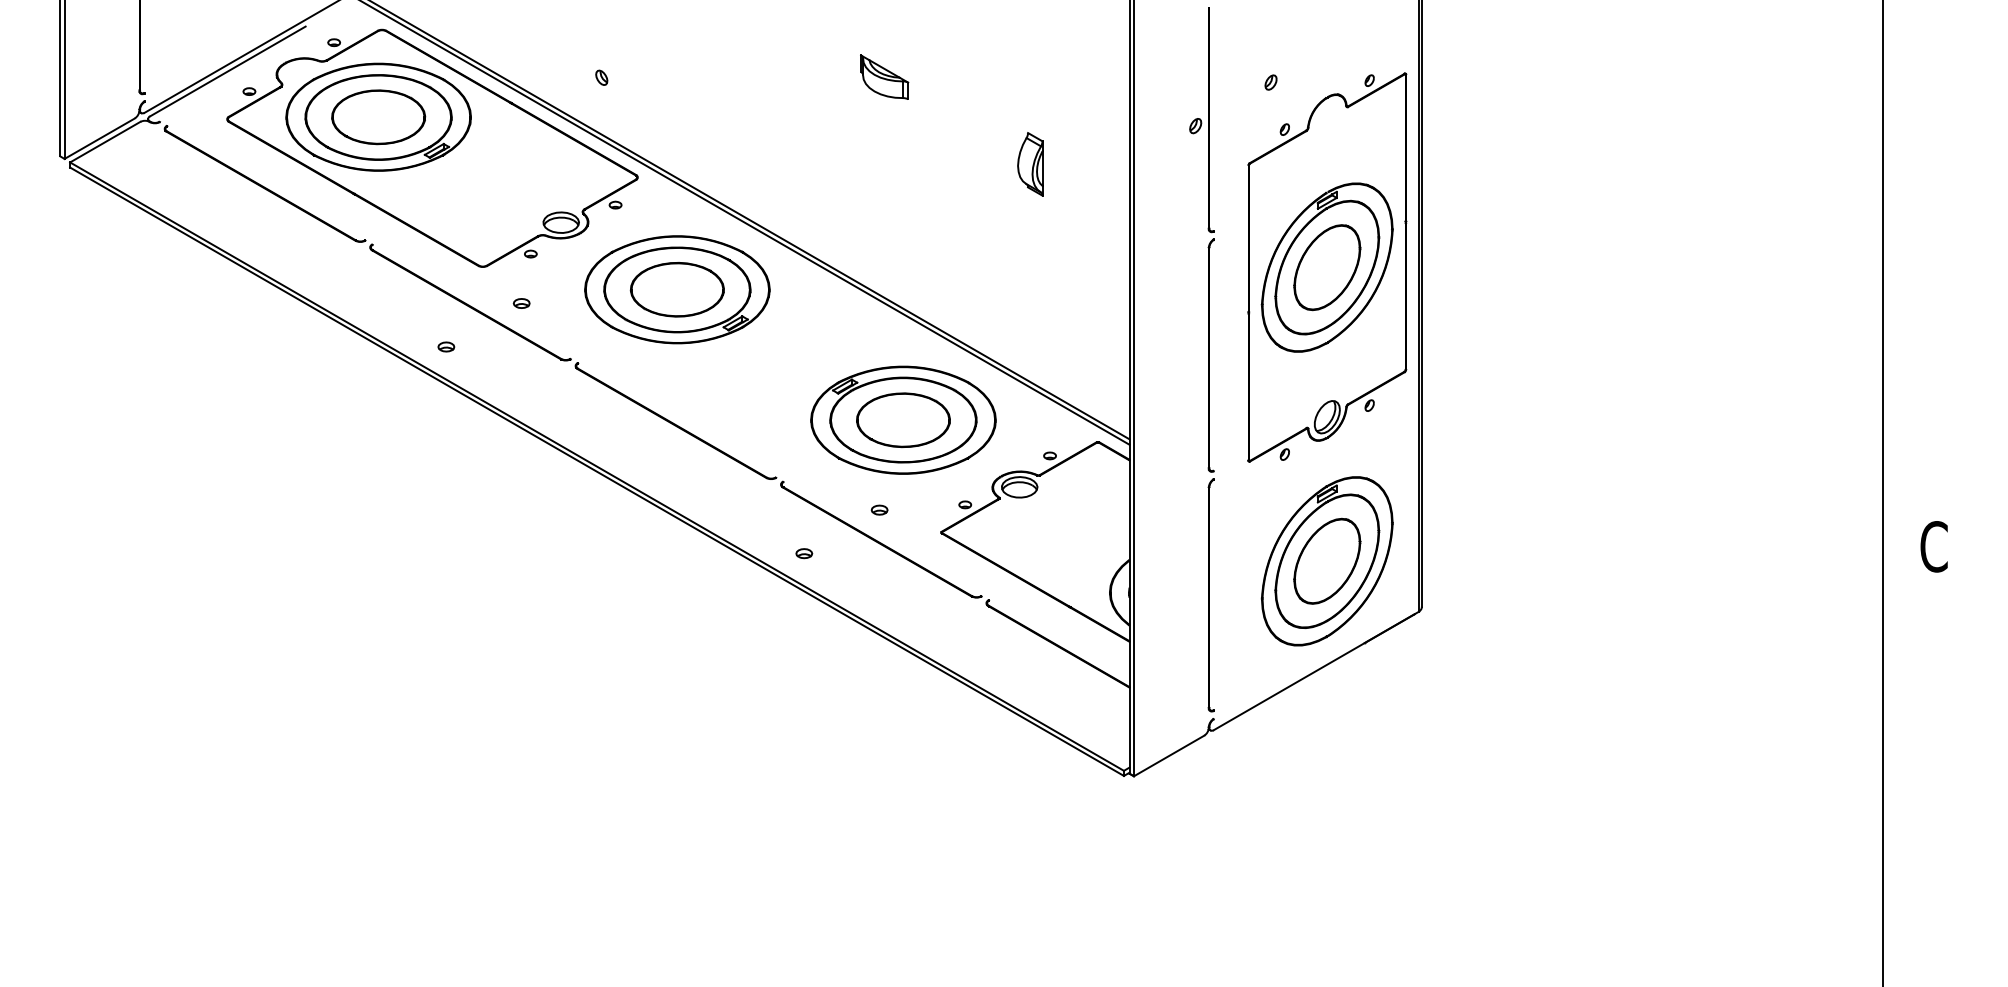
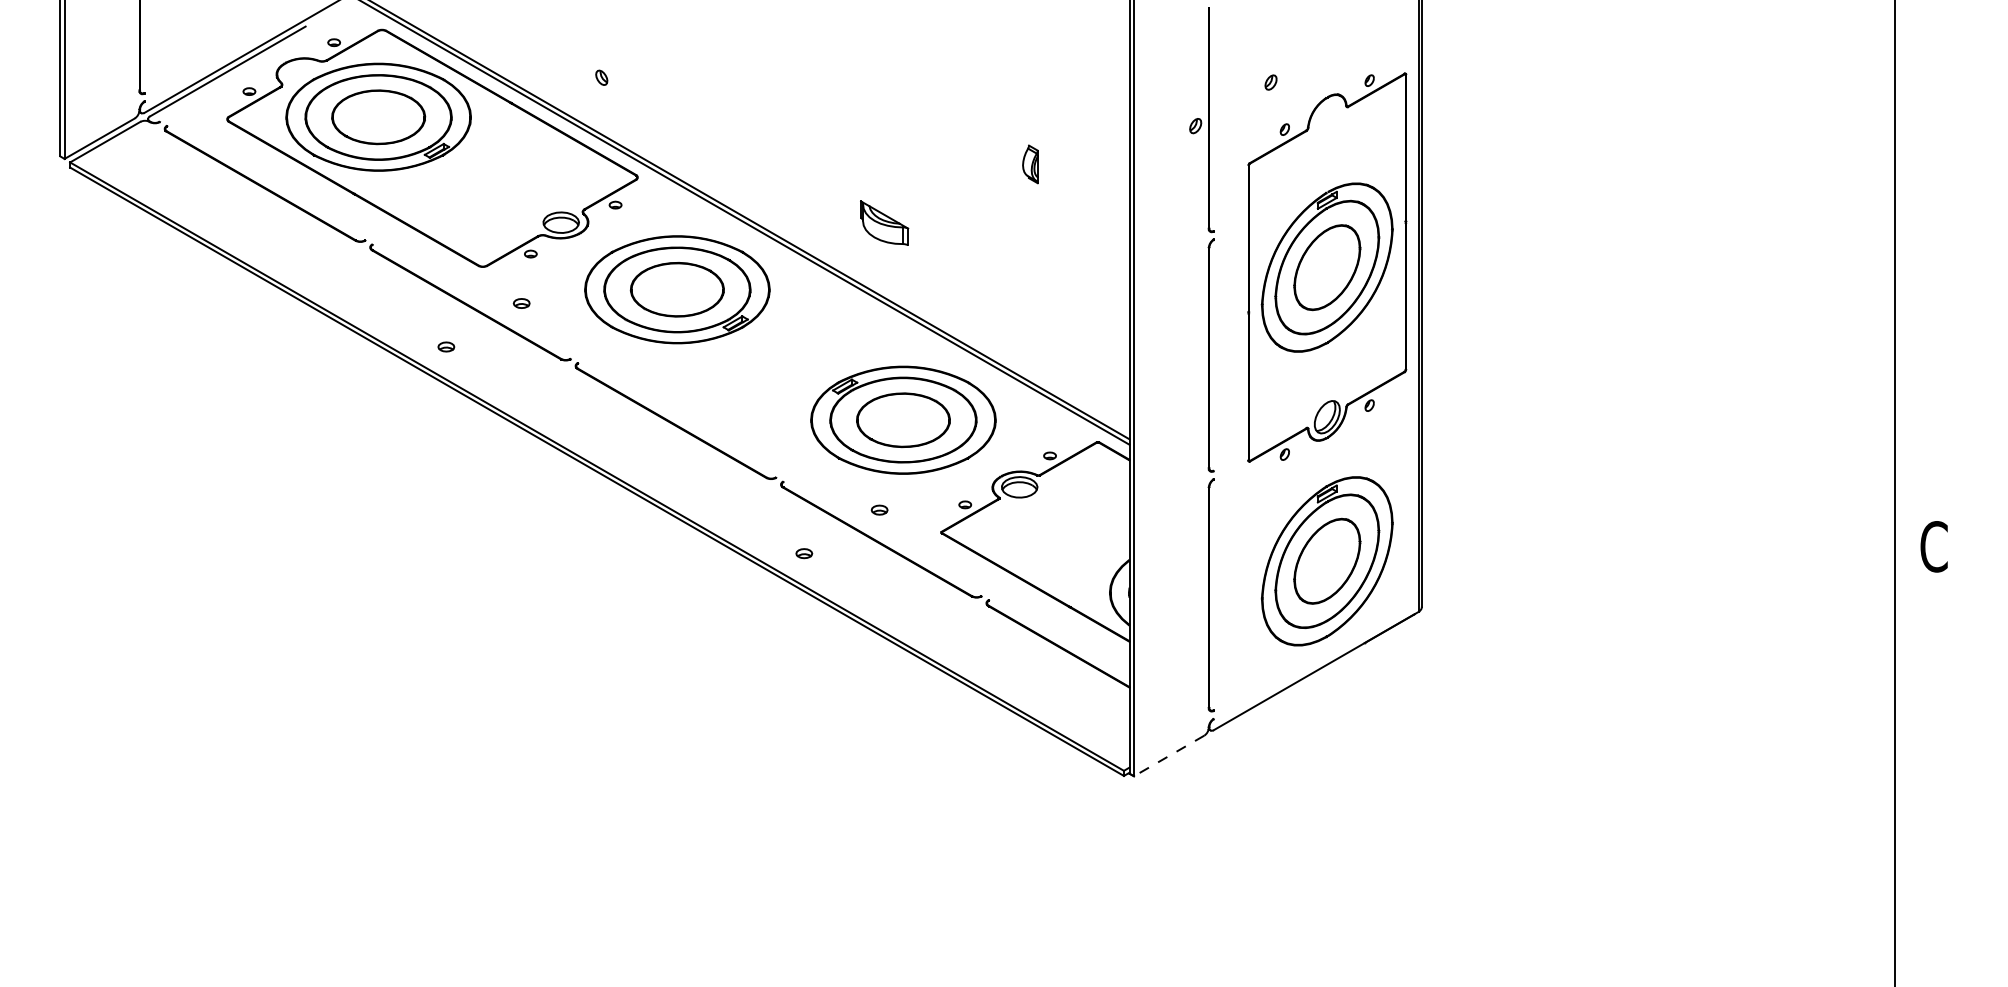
part at (884, 76) position: (884, 76) -> (884, 222)
part at (1030, 164) size: 27x65 px -> 17x41 px
line at (1883, 492) position: (1883, 492) -> (1895, 492)
line at (1169, 755): solid -> dashed
